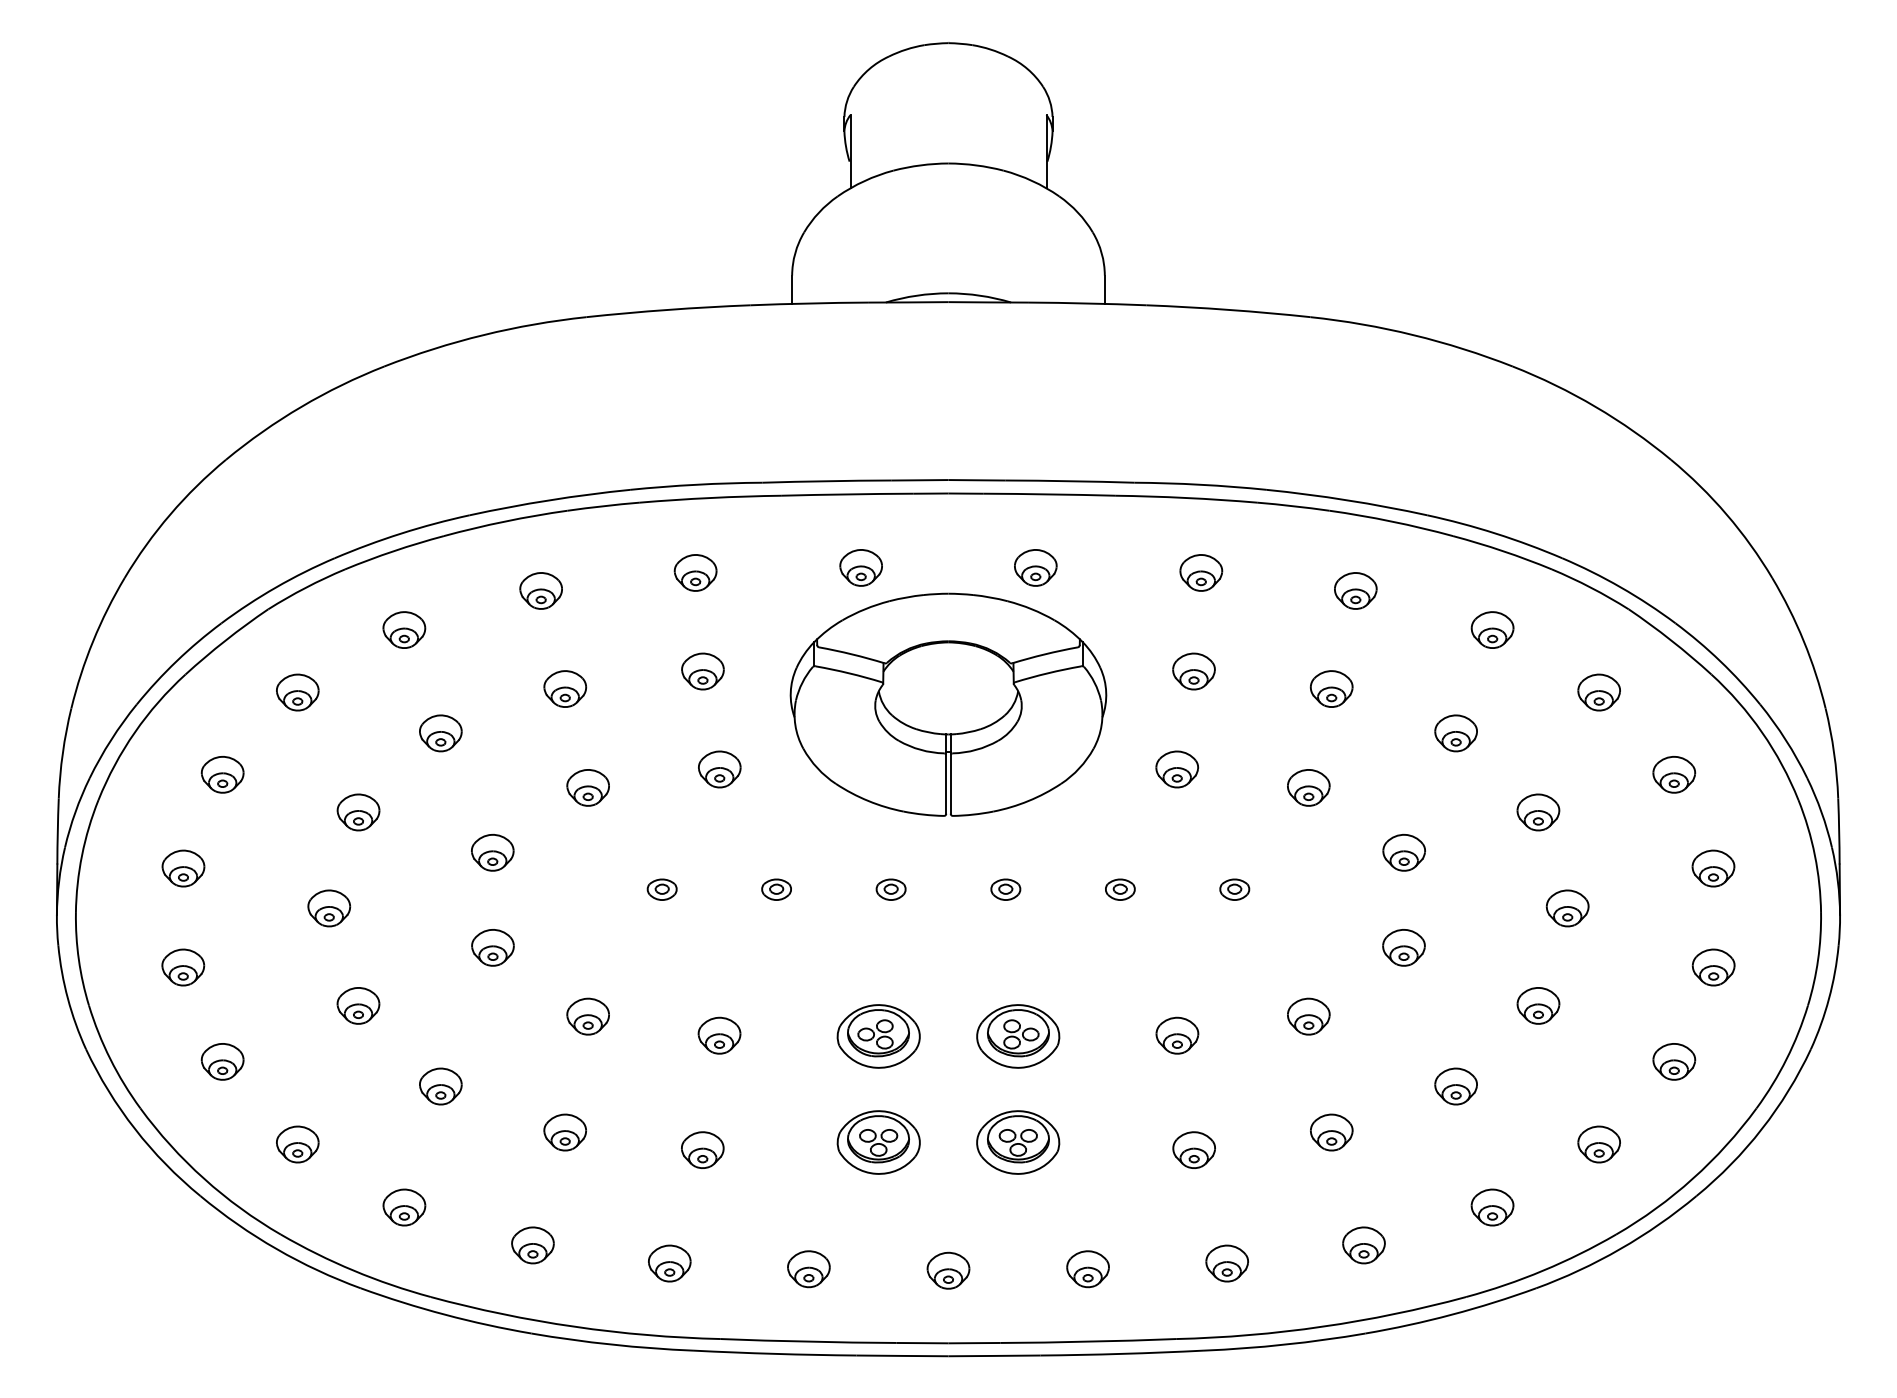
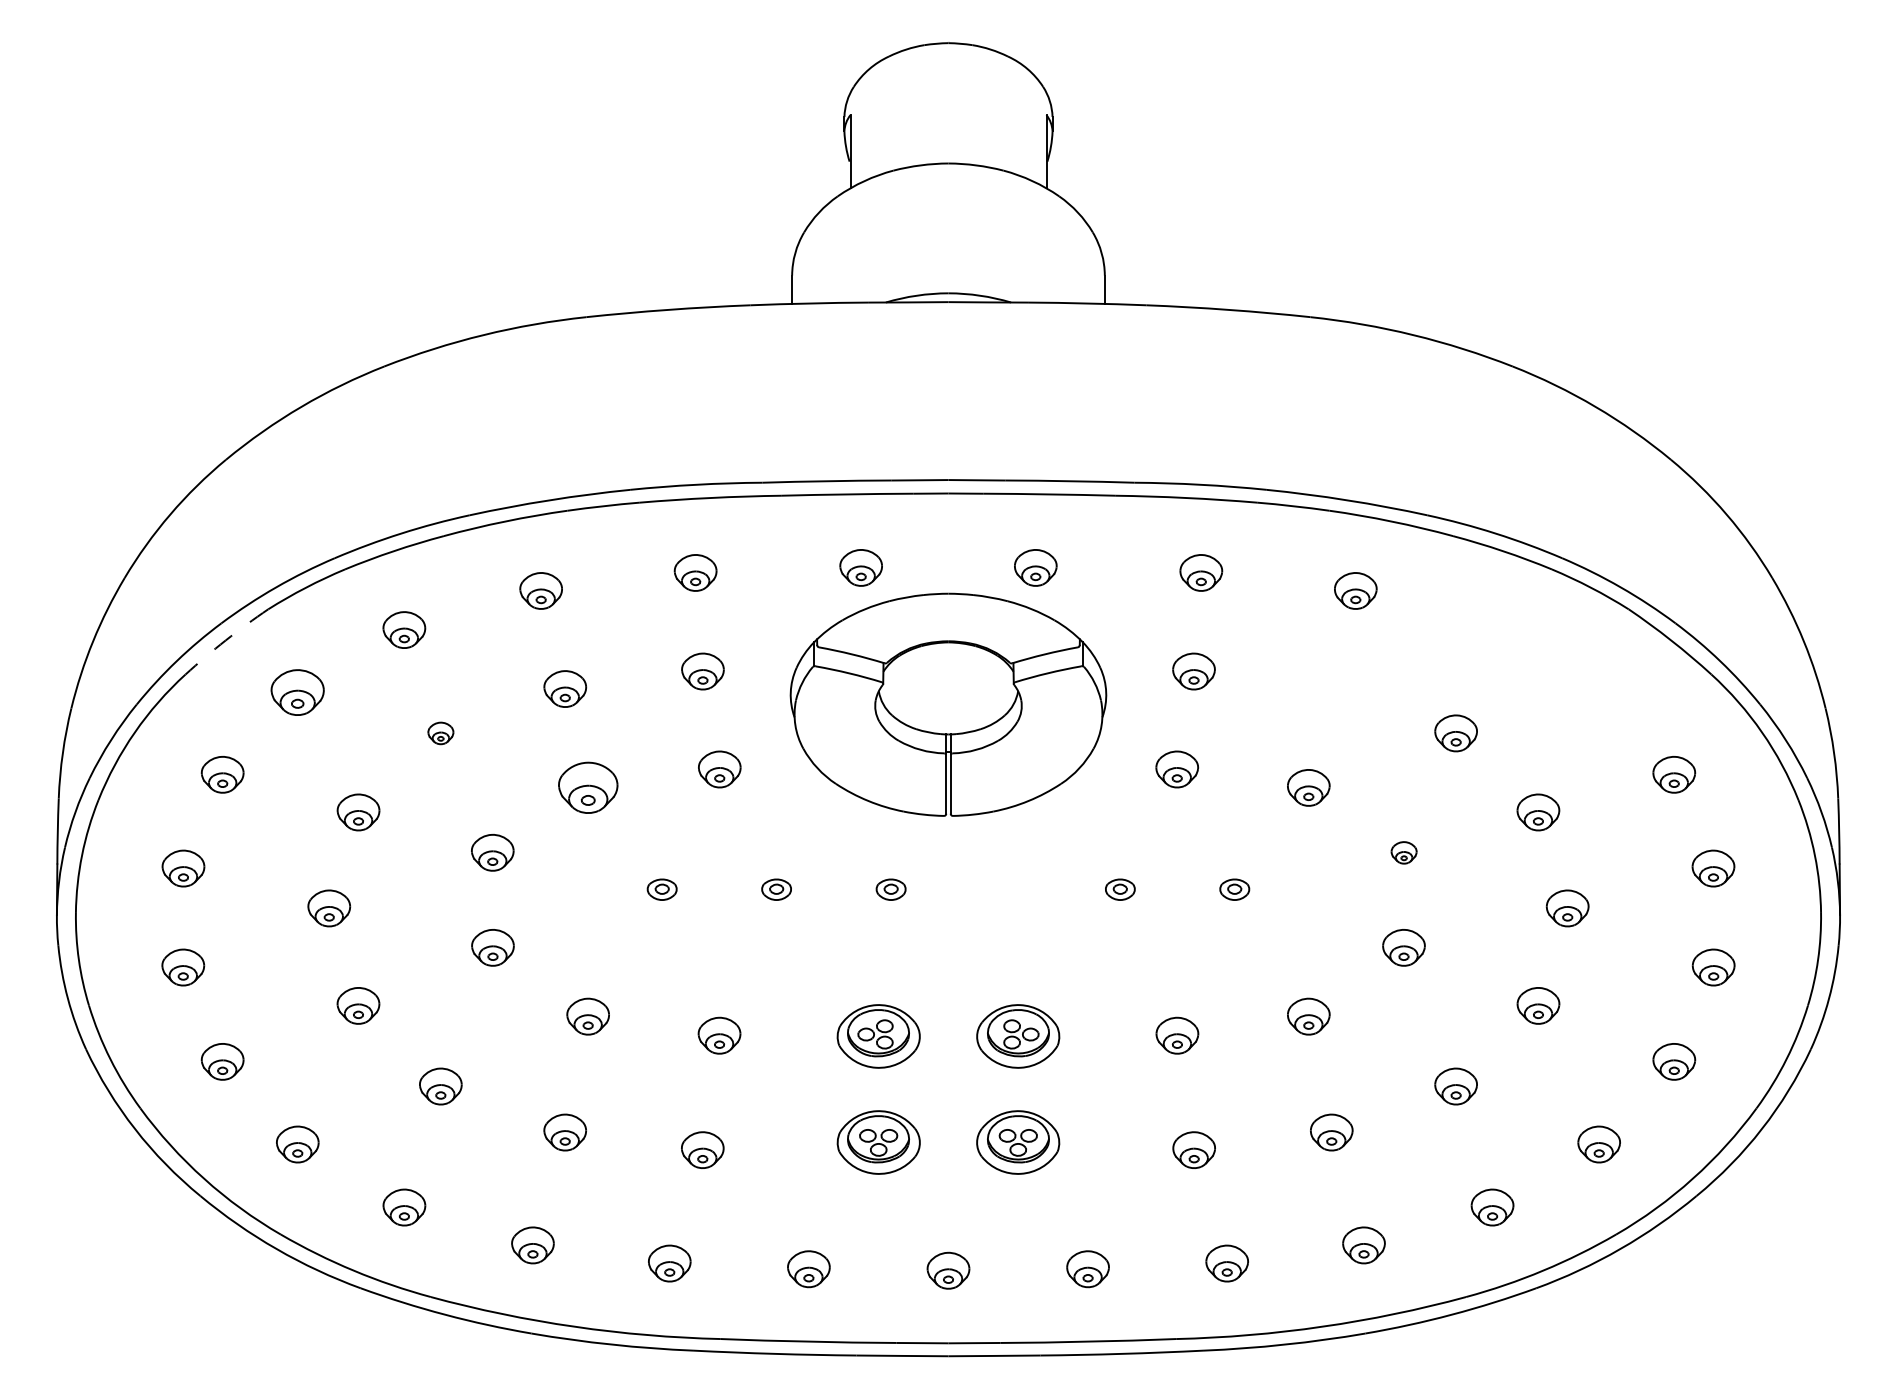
part at (1492, 629): present -> none
arc at (225, 640): solid -> dashed
part at (1331, 688): present -> none
part at (297, 692) size: 44x39 px -> 55x47 px
part at (1598, 692): present -> none
part at (440, 733) size: 44x39 px -> 28x25 px
part at (587, 787) size: 44x38 px -> 61x53 px
part at (1403, 852) size: 44x38 px -> 28x24 px
part at (1005, 889): present -> none
